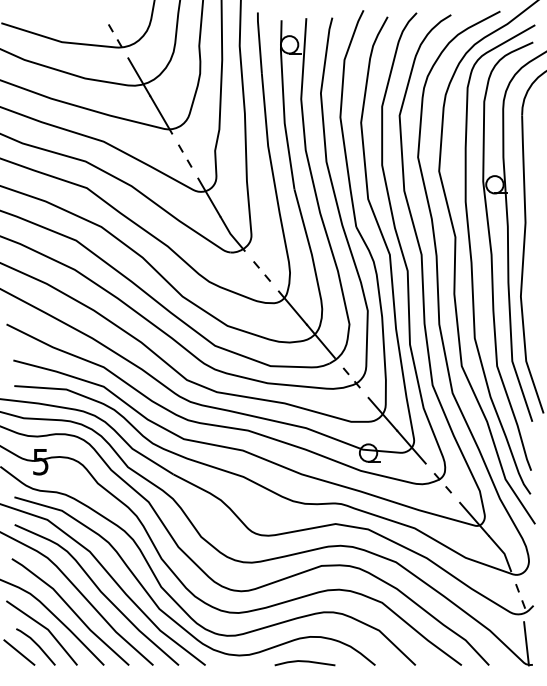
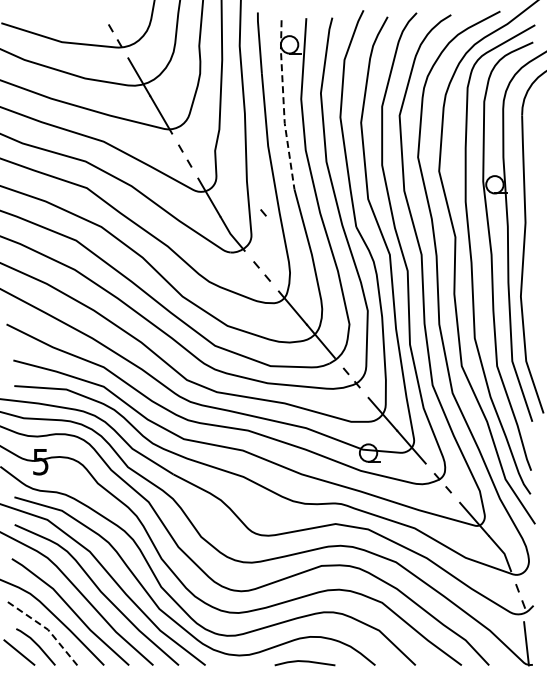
line at (283, 105): solid -> dashed
line at (263, 212): none -> present
line at (46, 628): solid -> dashed
